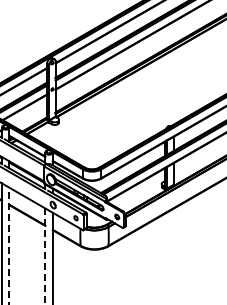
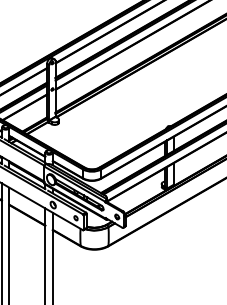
line at (9, 245): dashed -> solid
line at (45, 256): dashed -> solid
